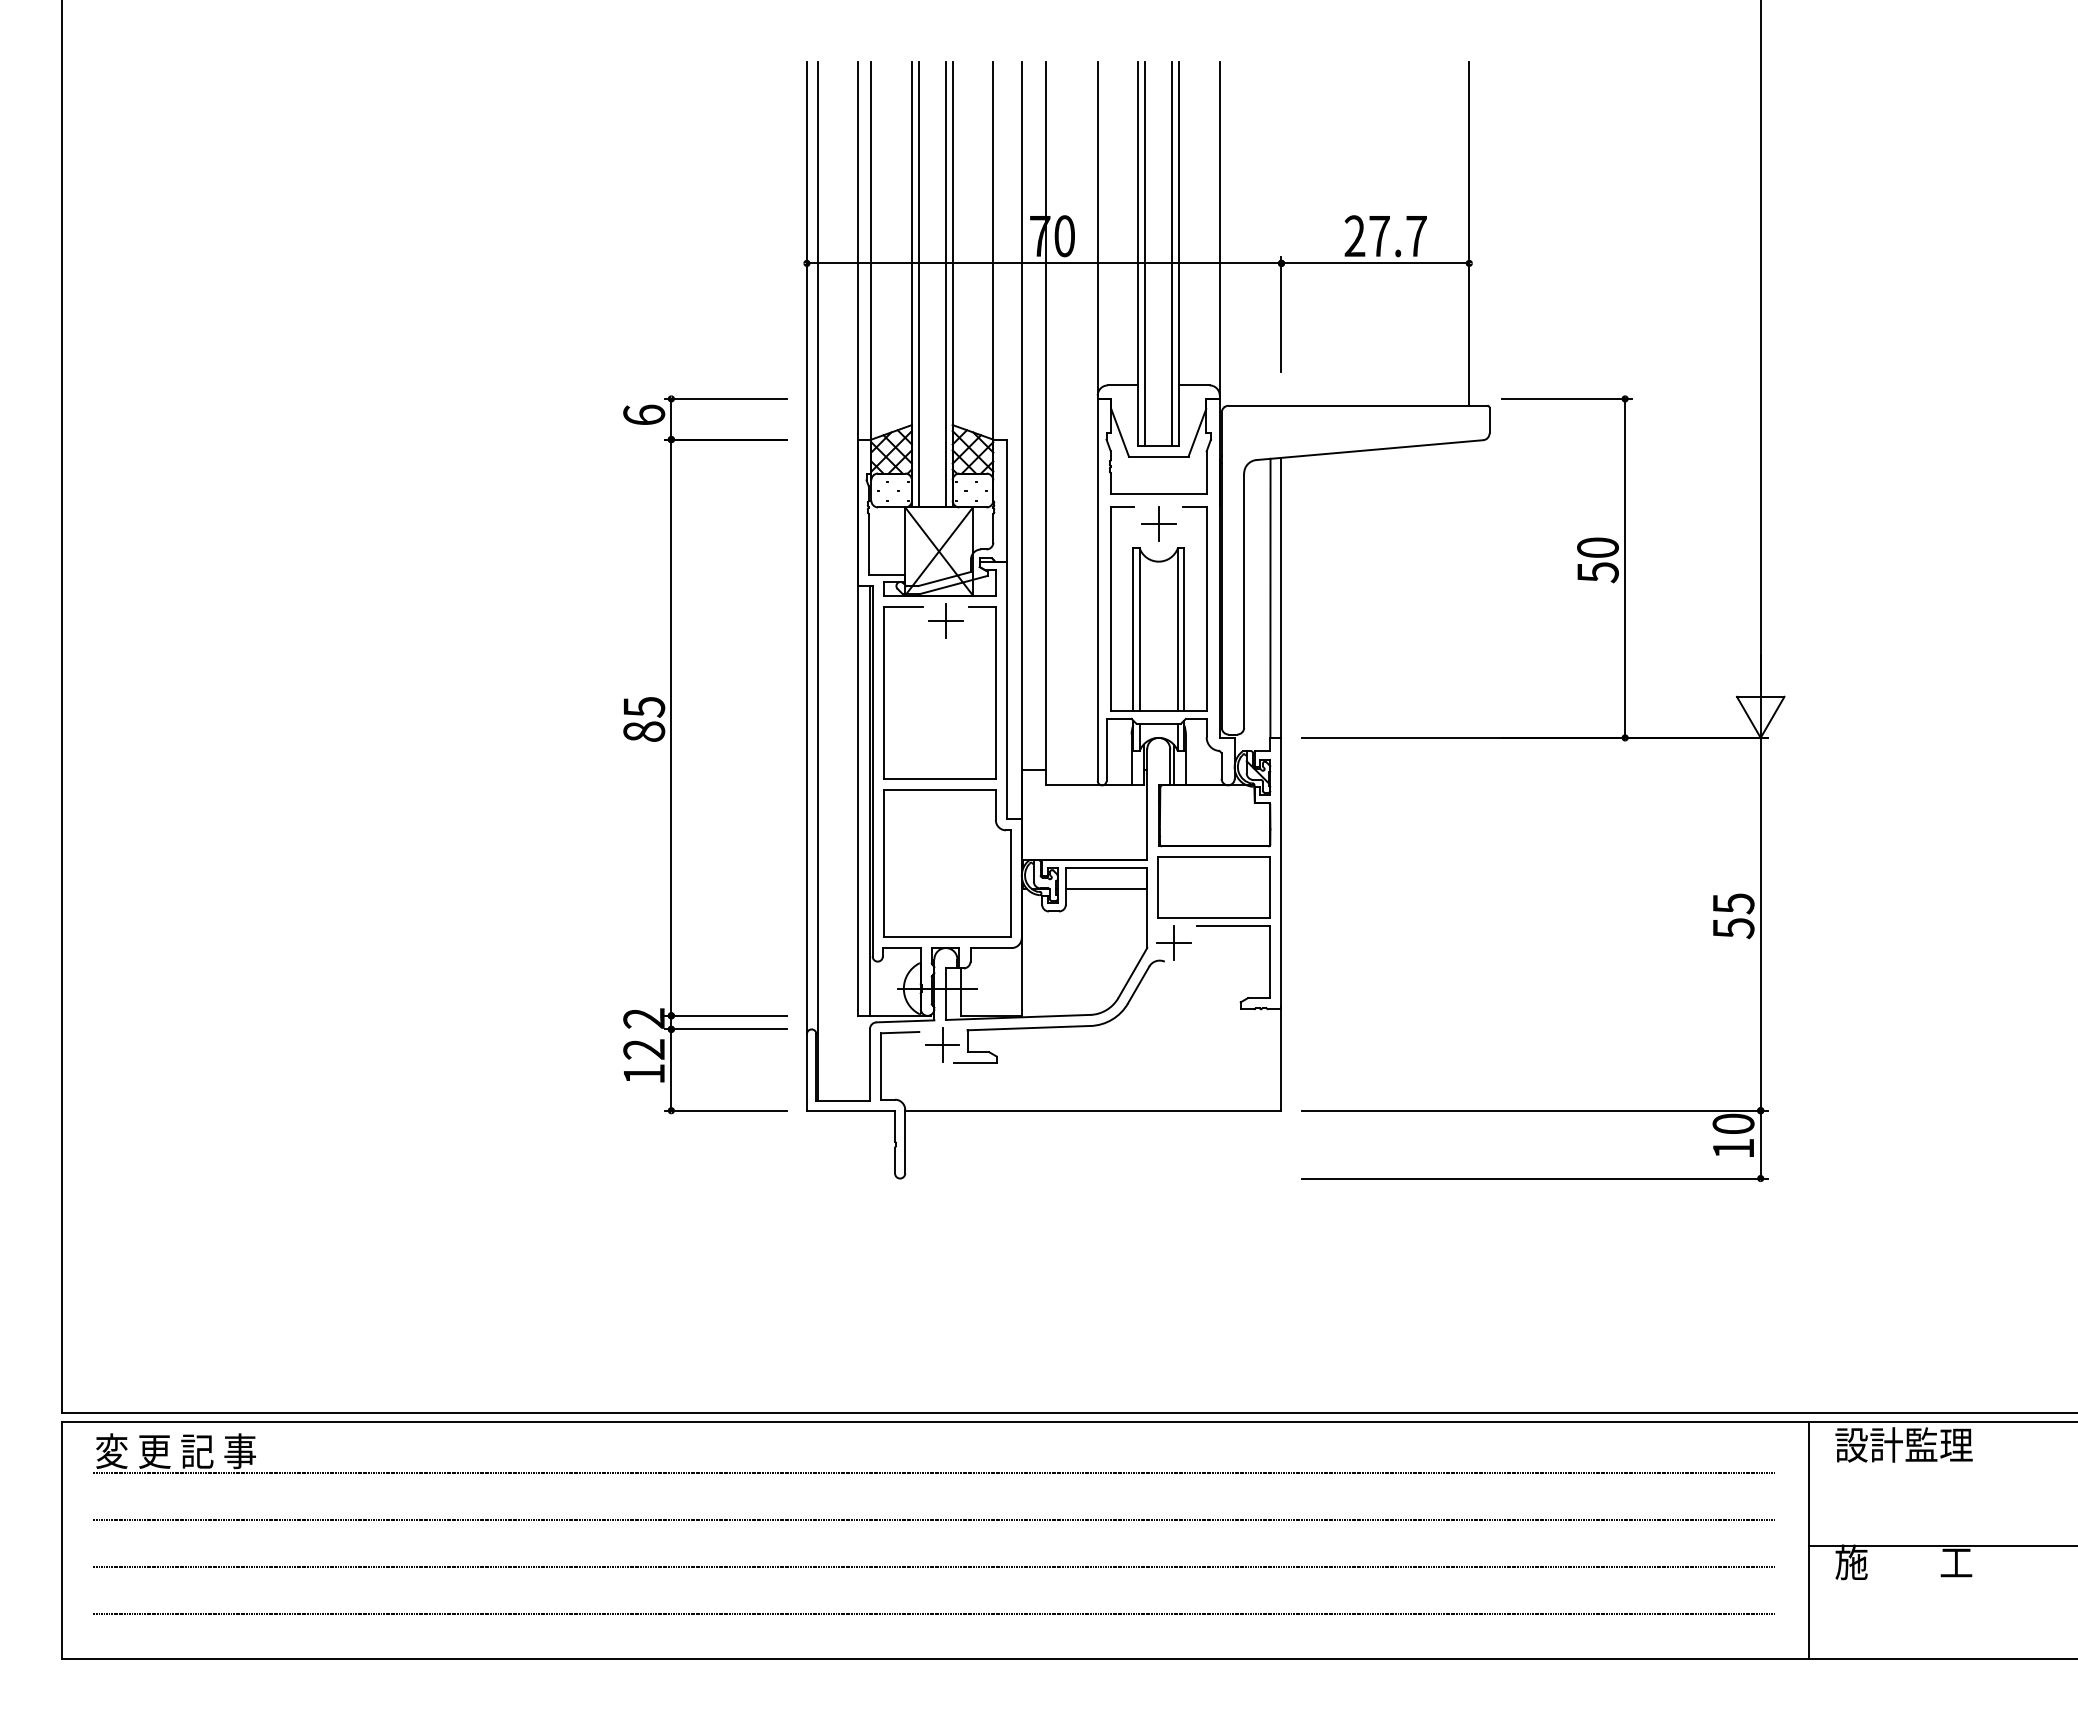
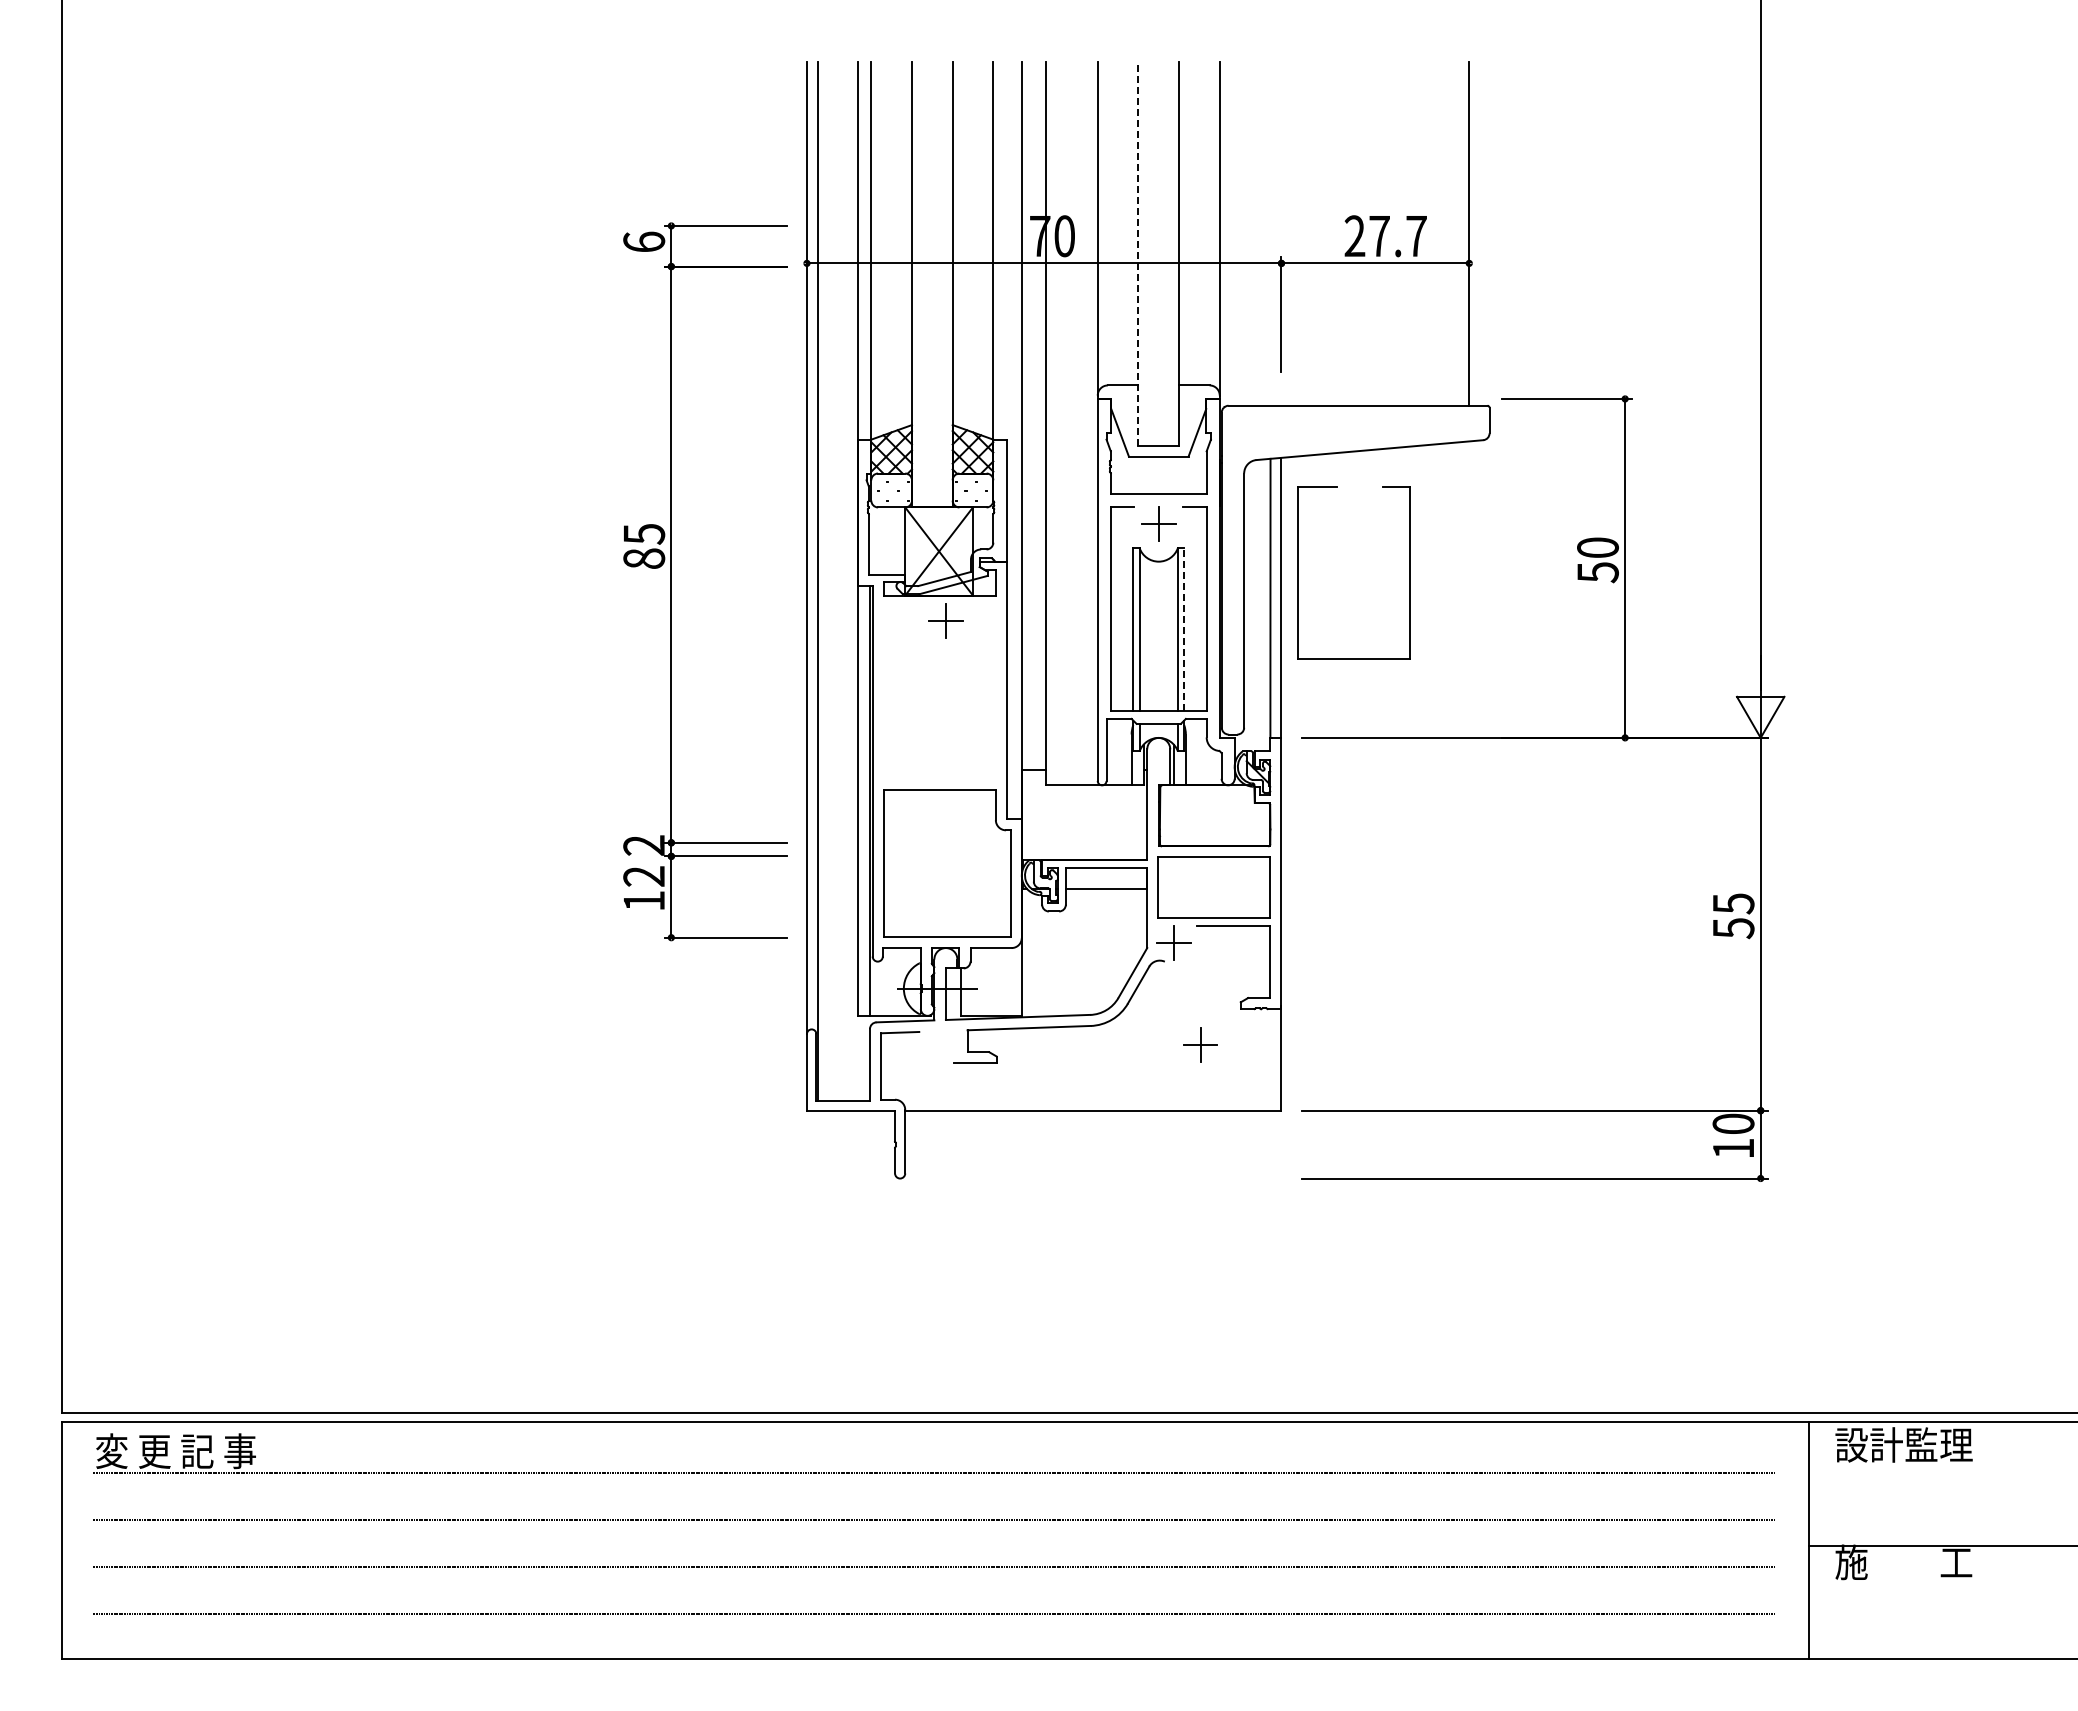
line at (1138, 253): solid -> dashed
line at (1145, 253): present -> none
line at (1172, 253): present -> none
line at (918, 284): present -> none
line at (945, 284): present -> none
line at (1184, 628): solid -> dashed
part at (884, 692) position: (884, 692) -> (1298, 572)
part at (671, 754) position: (671, 754) -> (671, 581)
part at (942, 1044) position: (942, 1044) -> (1200, 1044)
